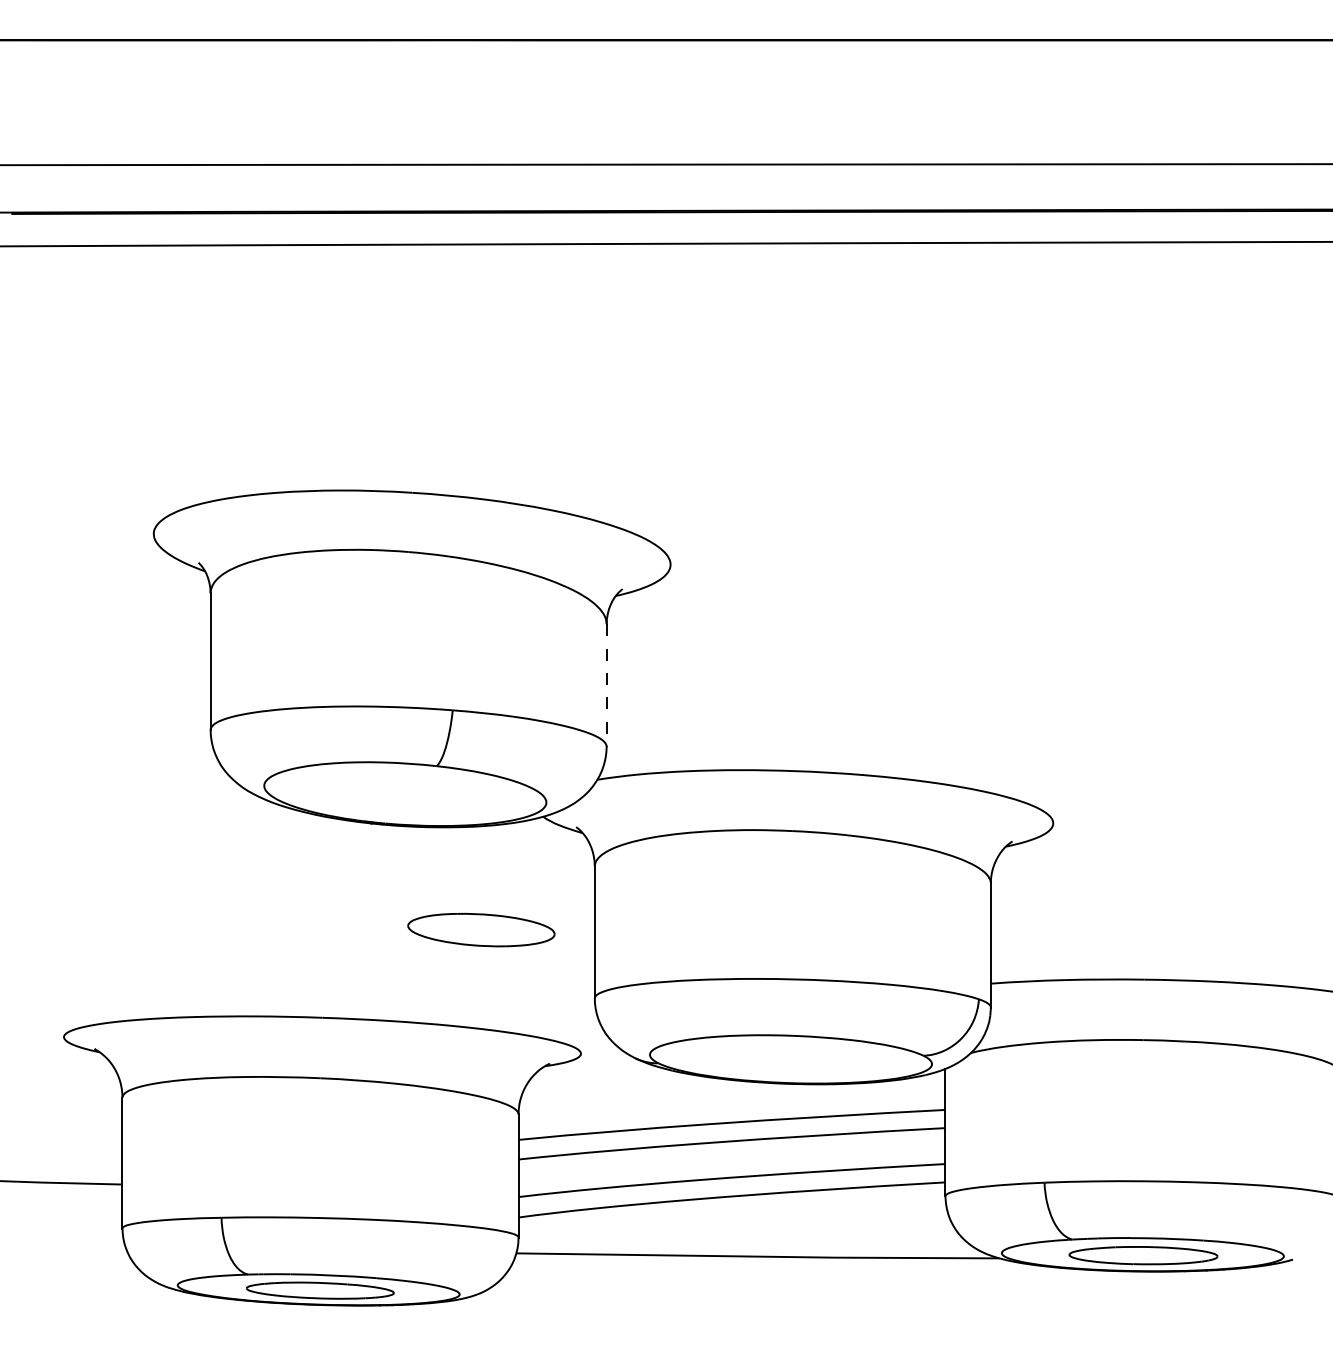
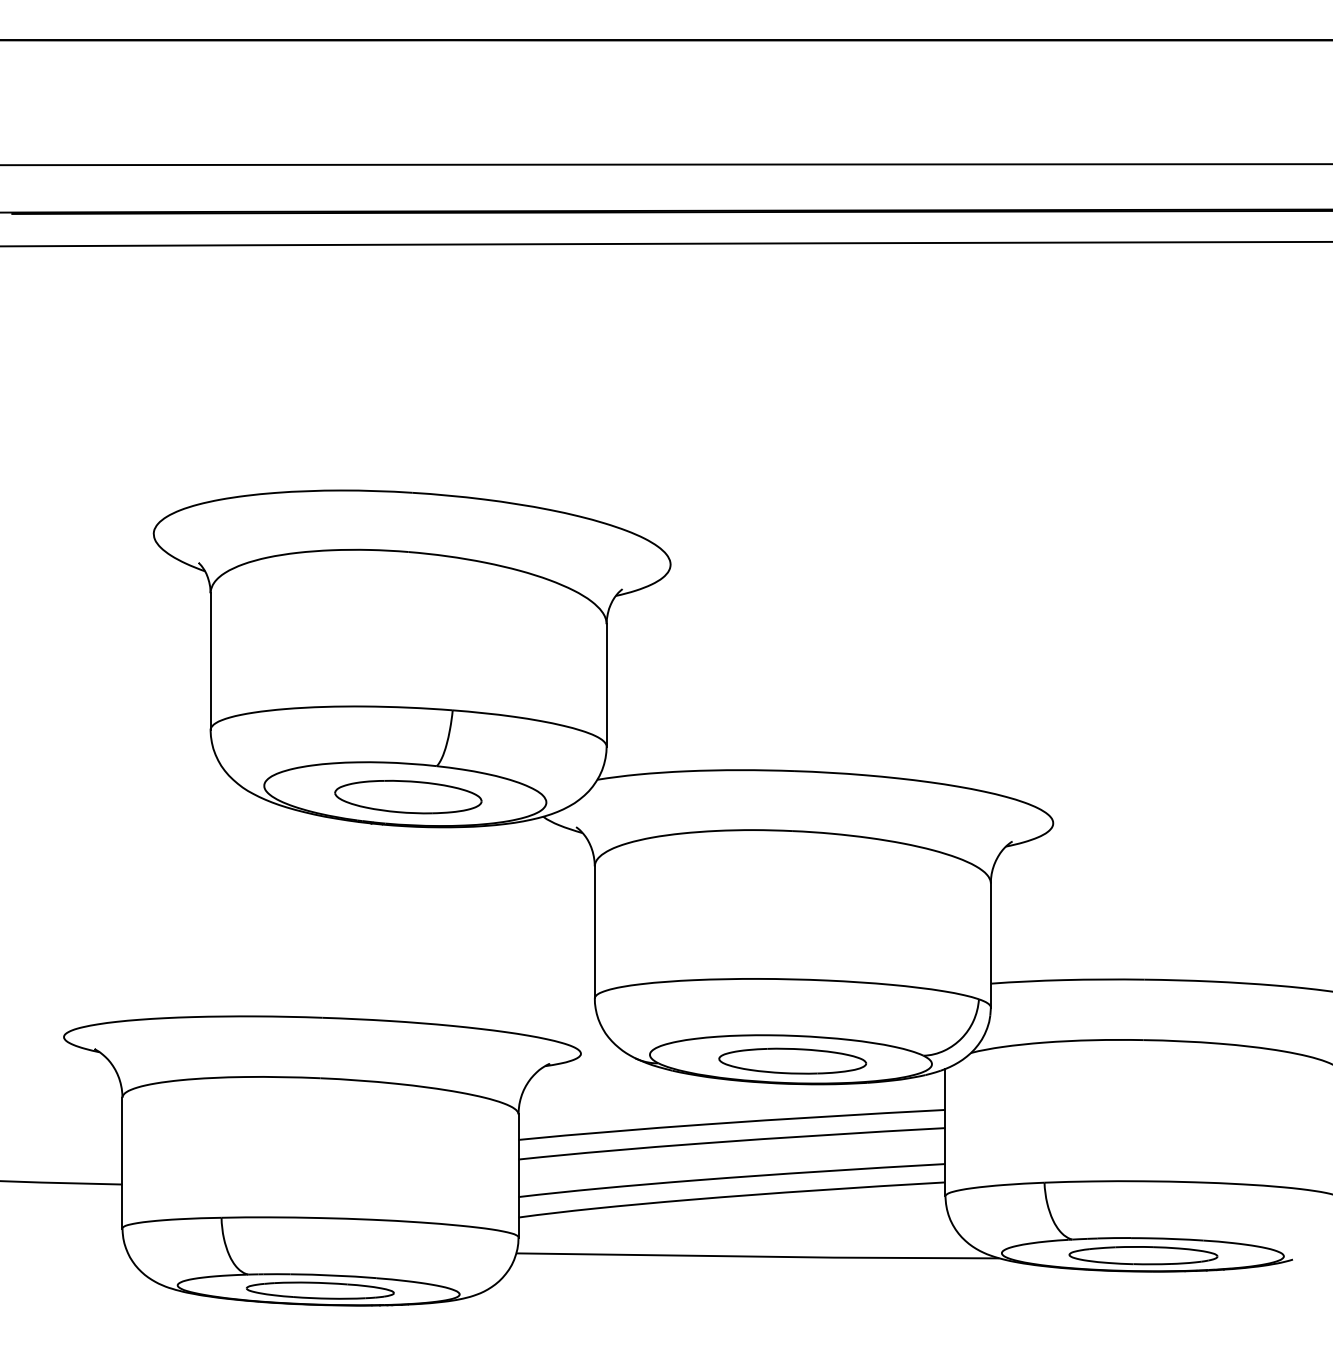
line at (606, 685): dashed -> solid
part at (481, 929) position: (481, 929) -> (408, 796)
part at (792, 1060): none -> present
